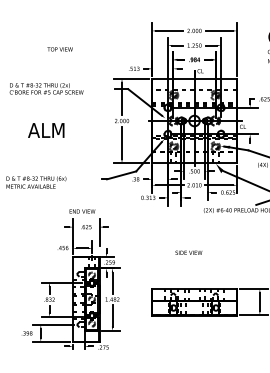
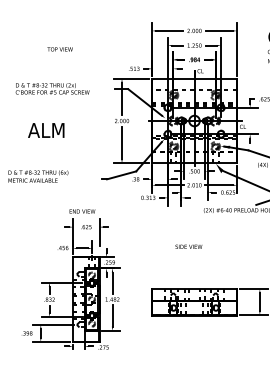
text at (46, 88) position: (46, 88) -> (52, 88)
text at (36, 182) position: (36, 182) -> (38, 176)
text at (188, 252) position: (188, 252) -> (188, 246)
